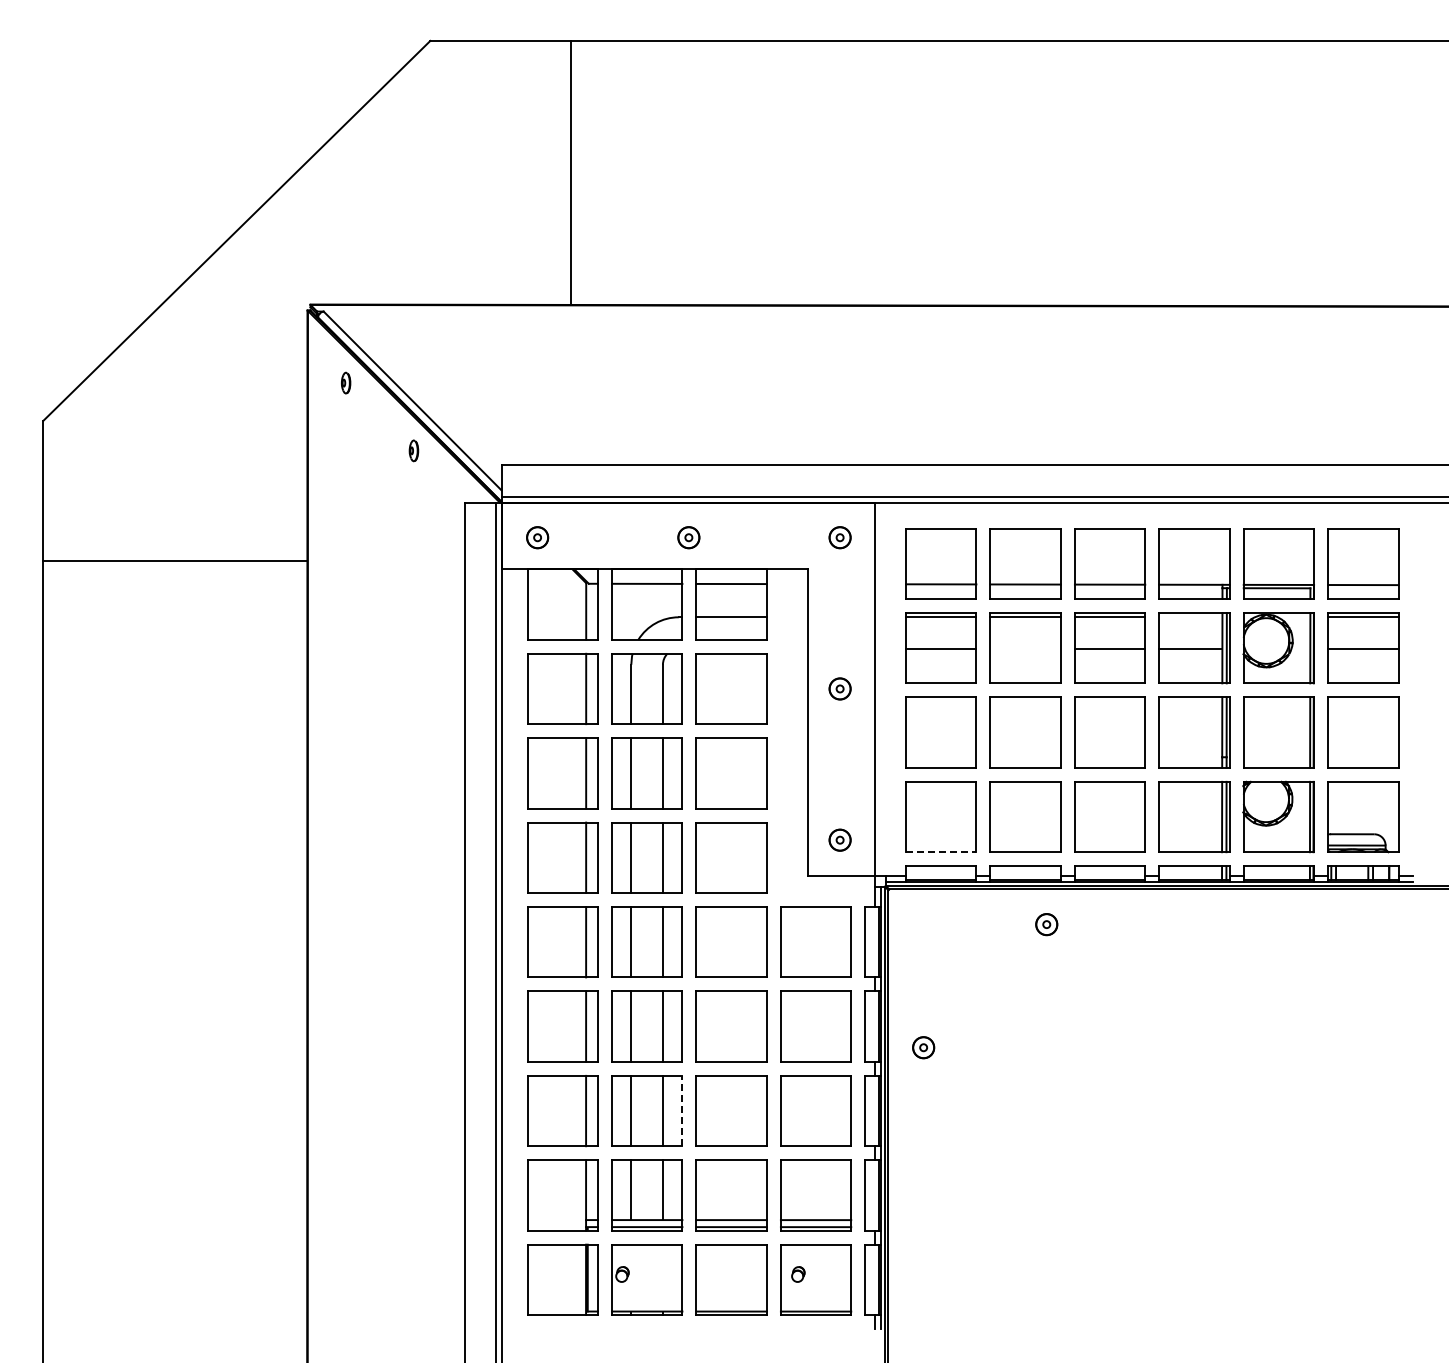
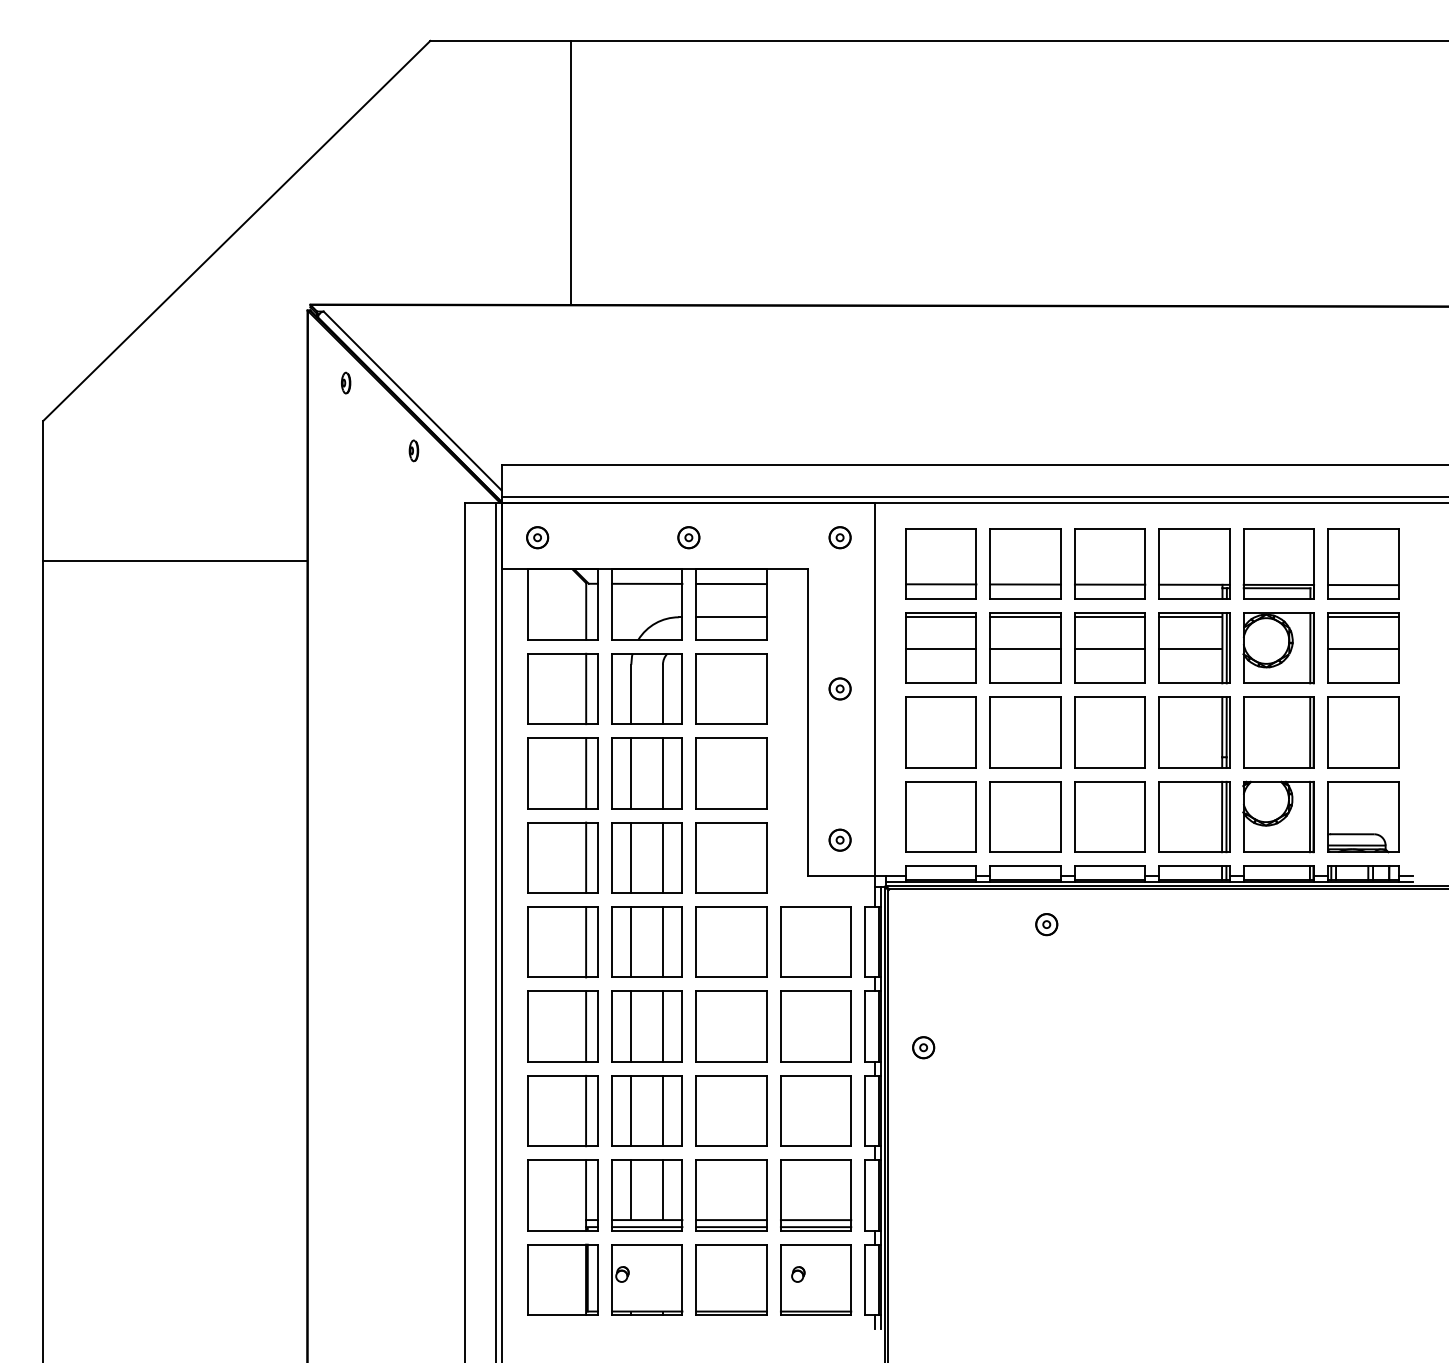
line at (1190, 617): none -> present
line at (1025, 648): none -> present
line at (941, 852): dashed -> solid
line at (682, 1110): dashed -> solid
